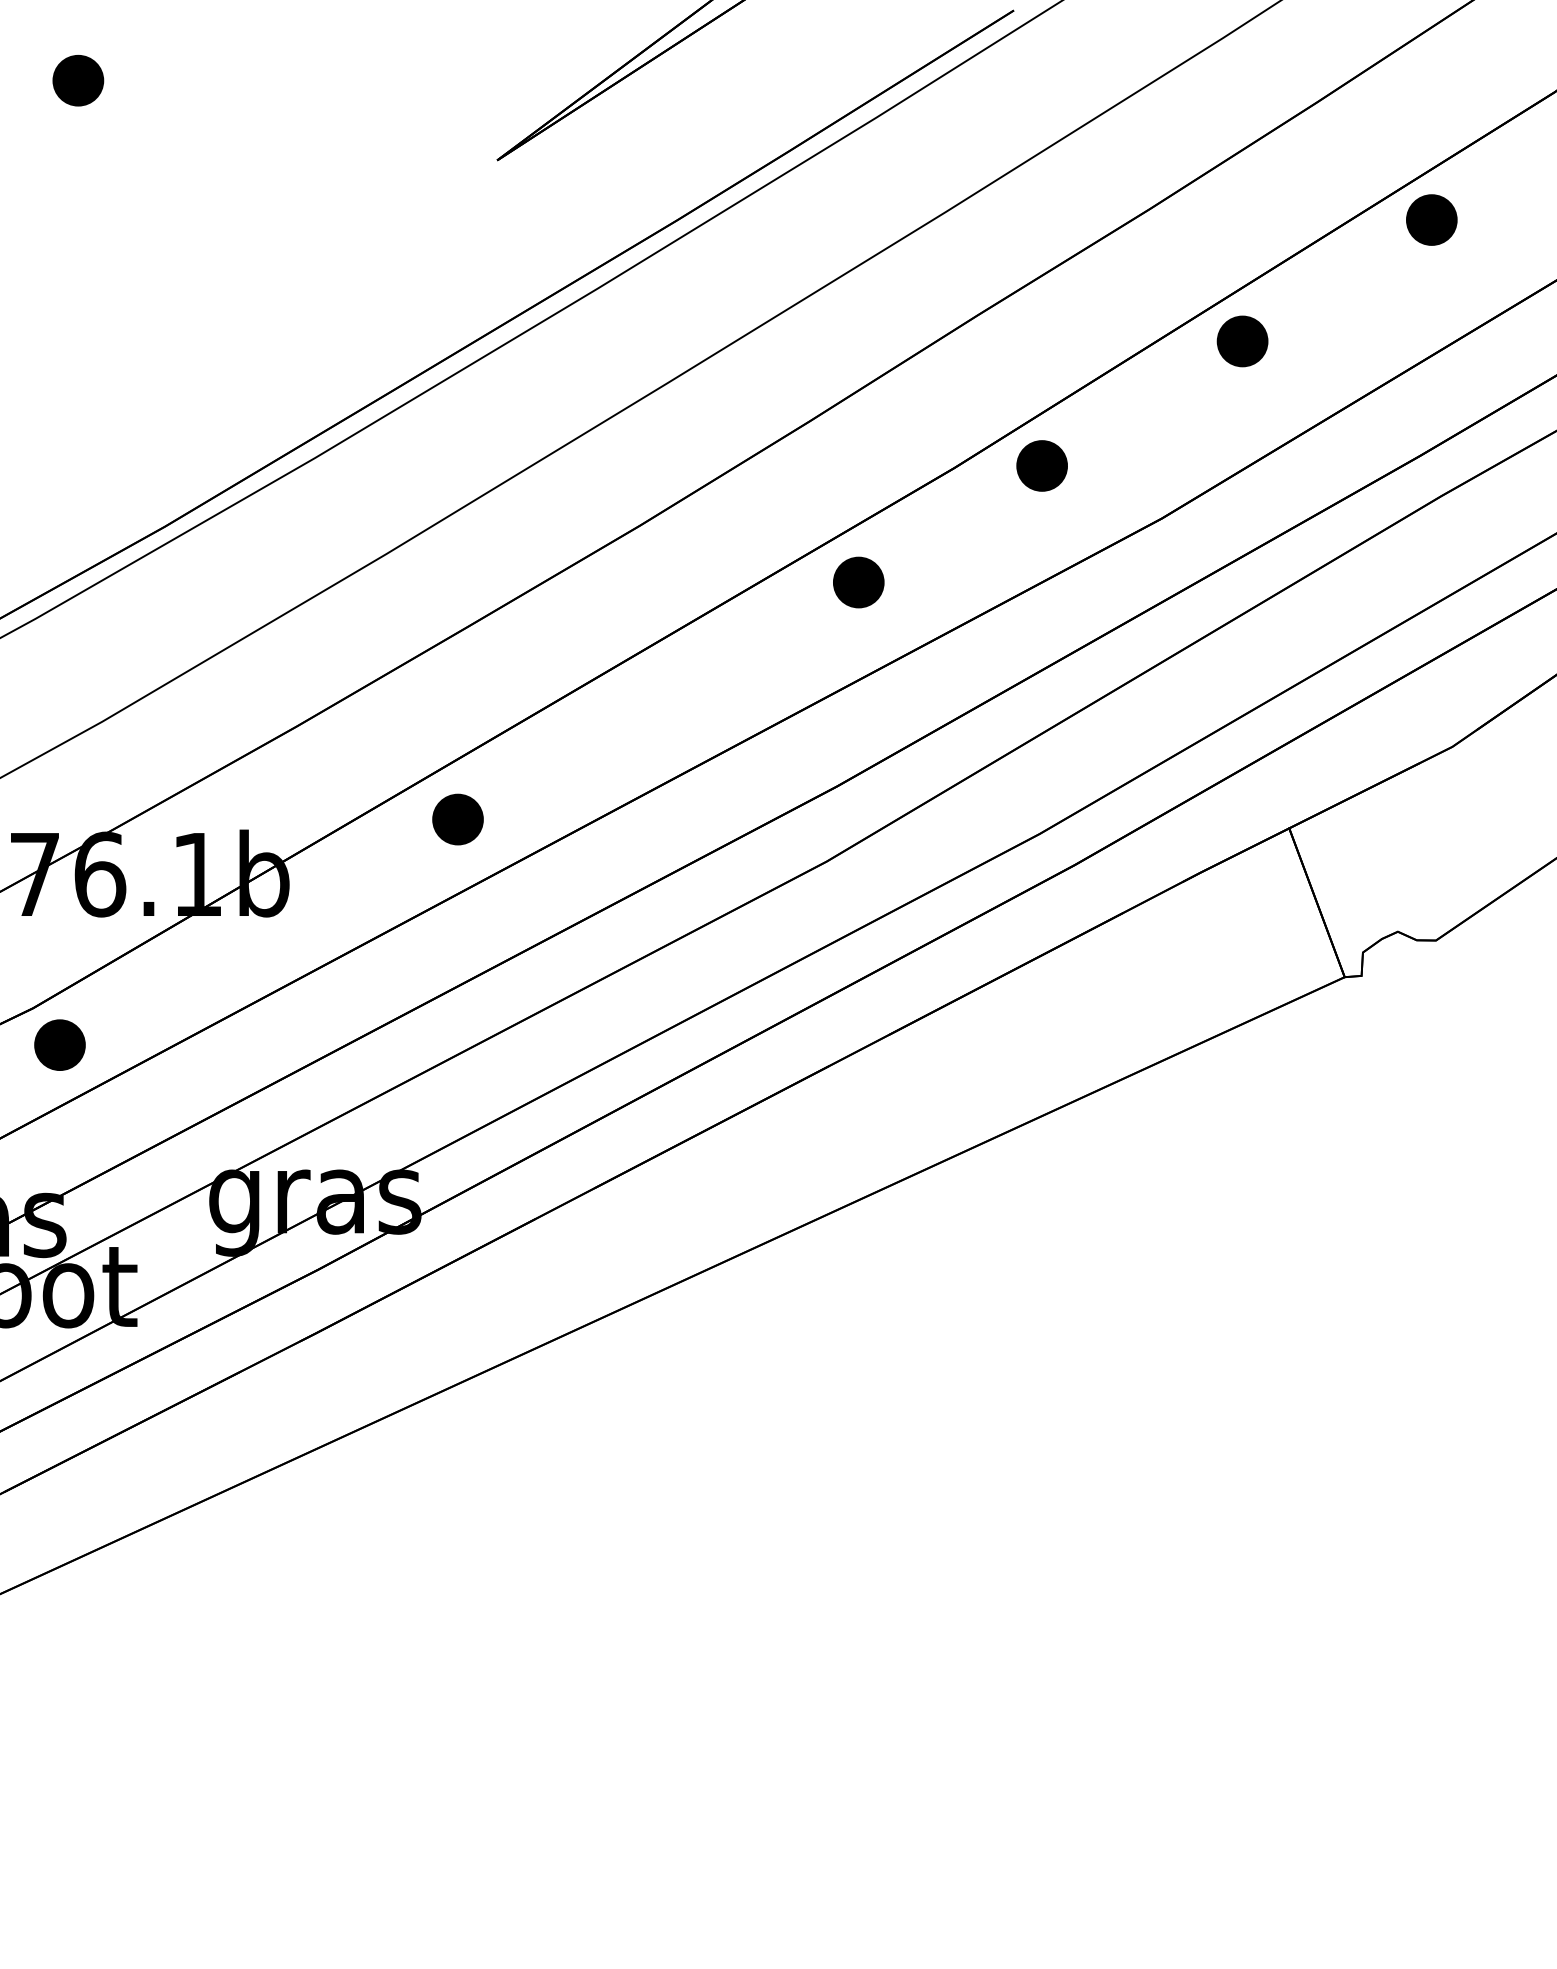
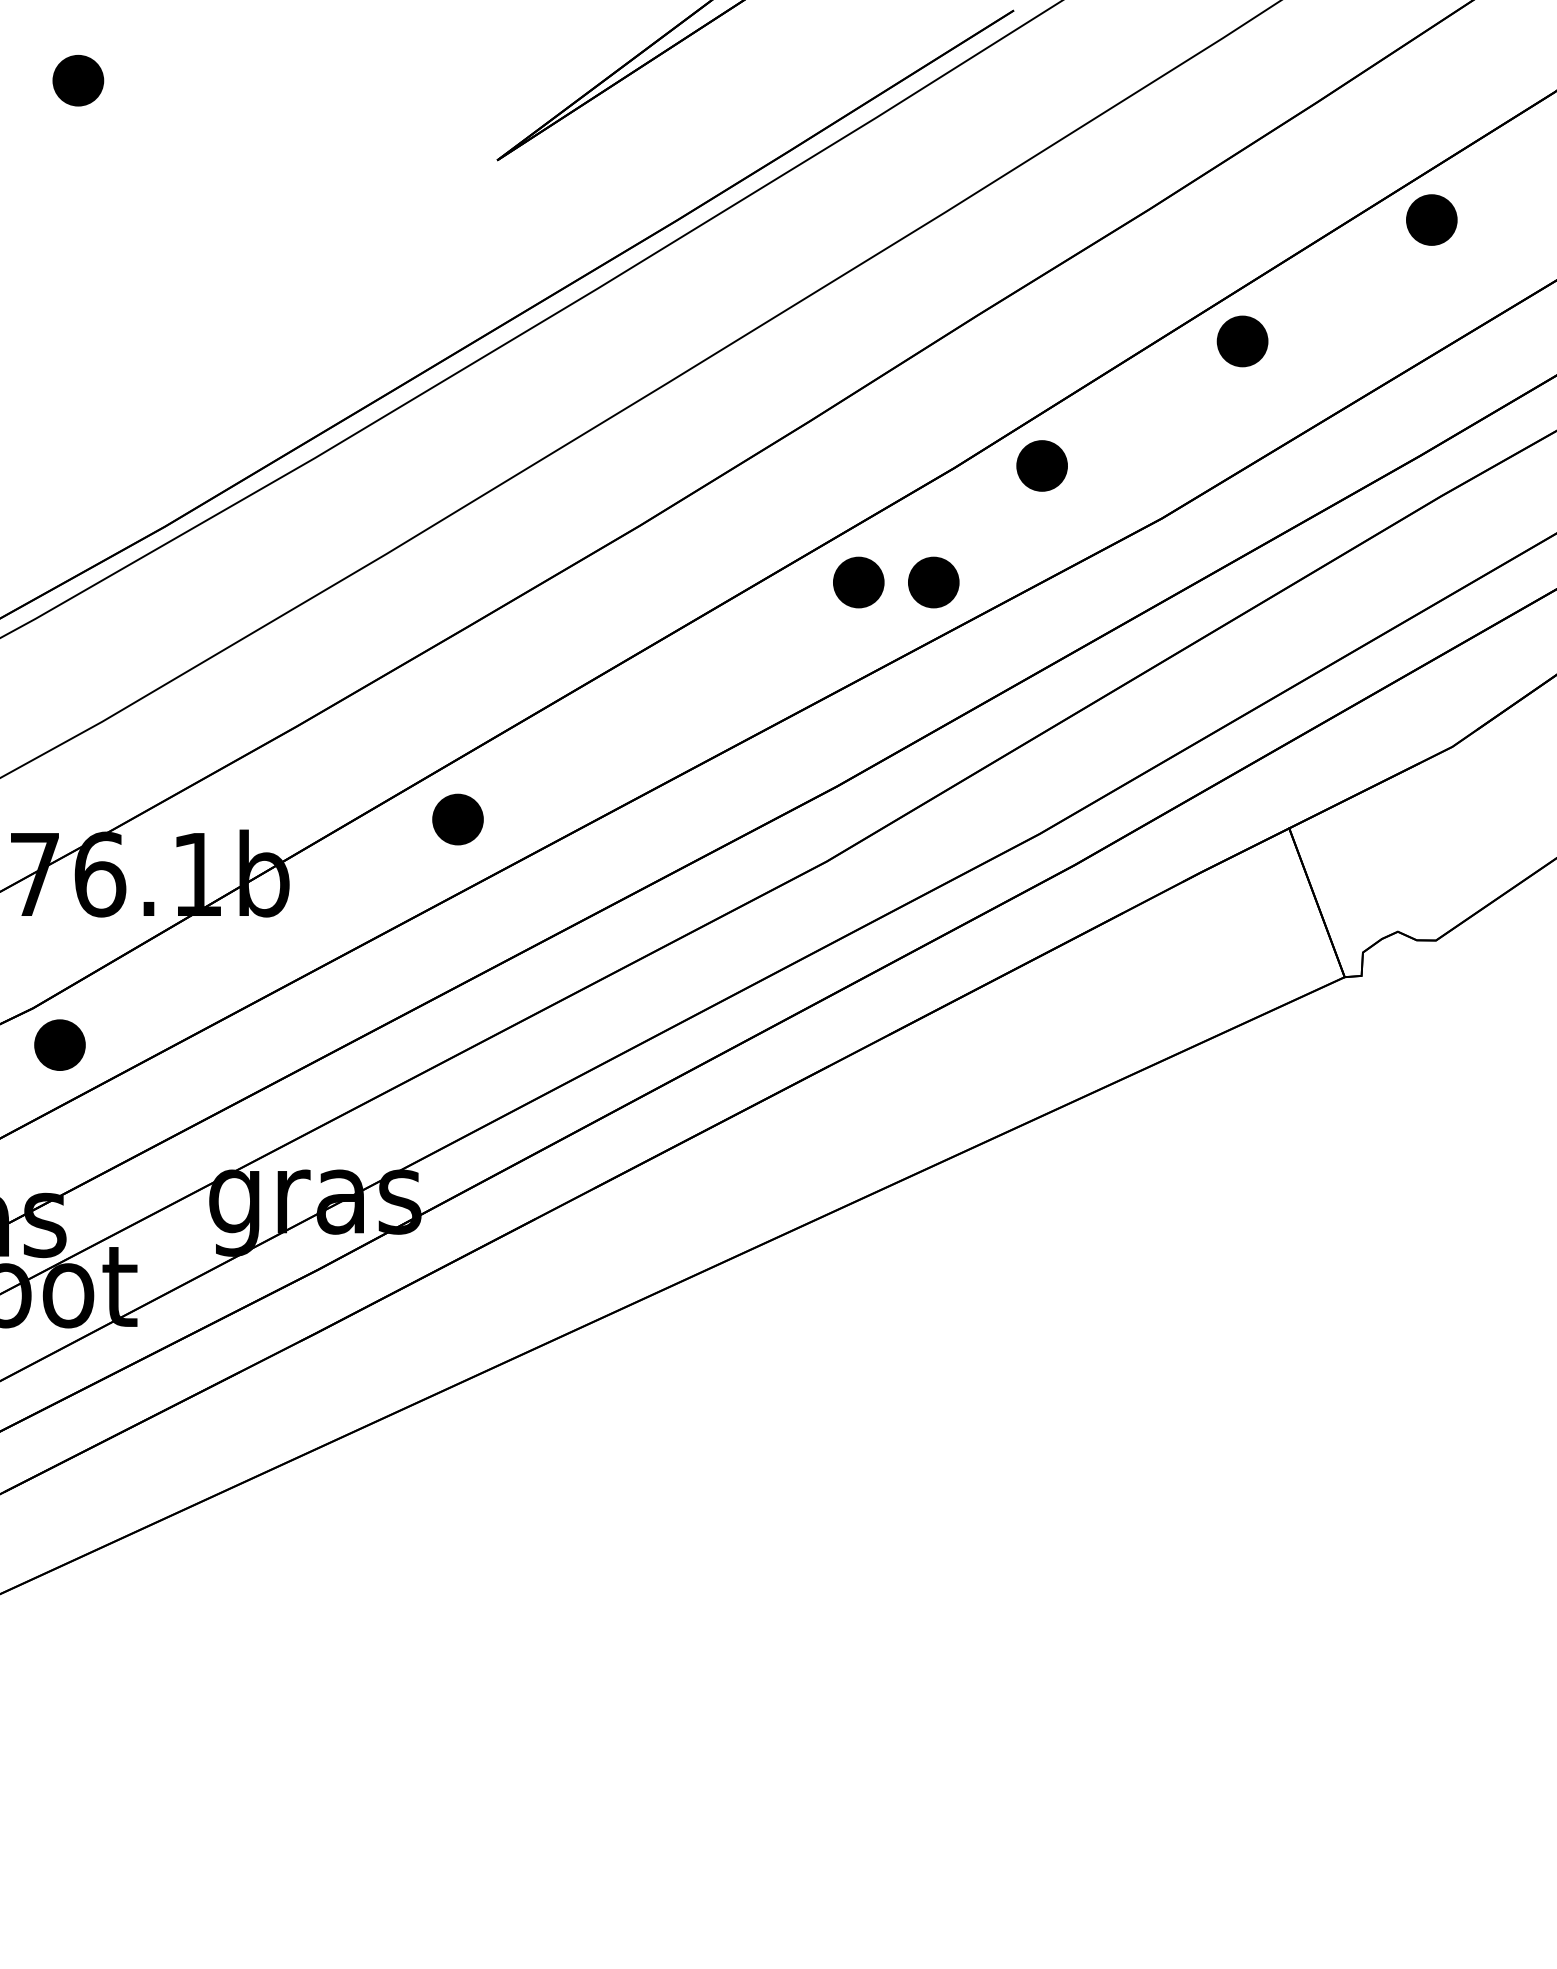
part at (933, 582): none -> present
